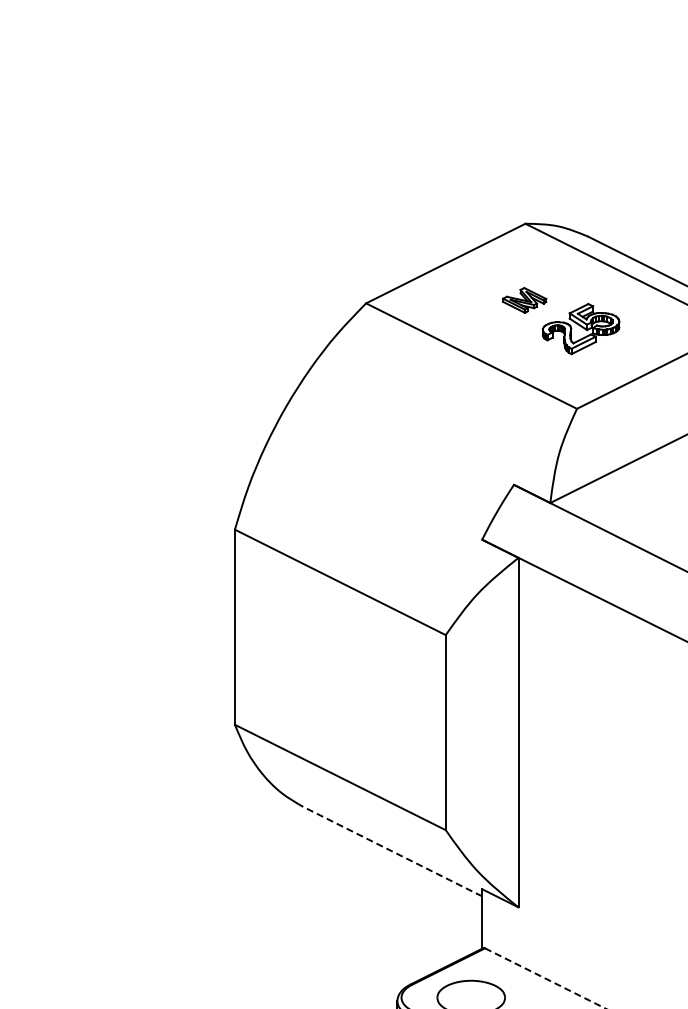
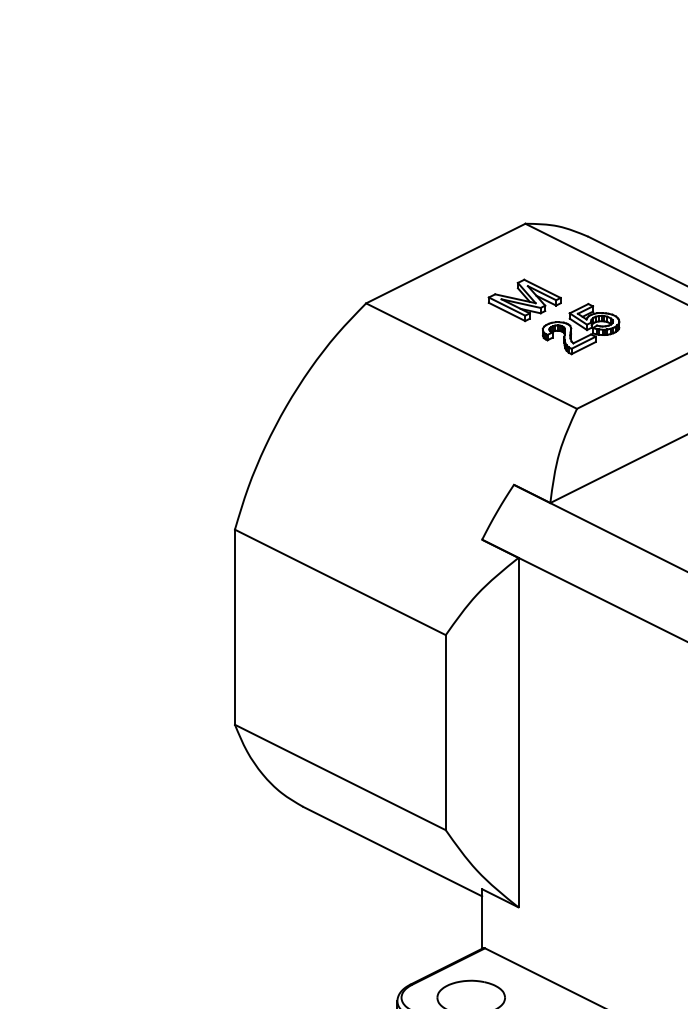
part at (524, 300) size: 46x27 px -> 75x45 px
line at (392, 851): dashed -> solid
line at (545, 978): dashed -> solid
